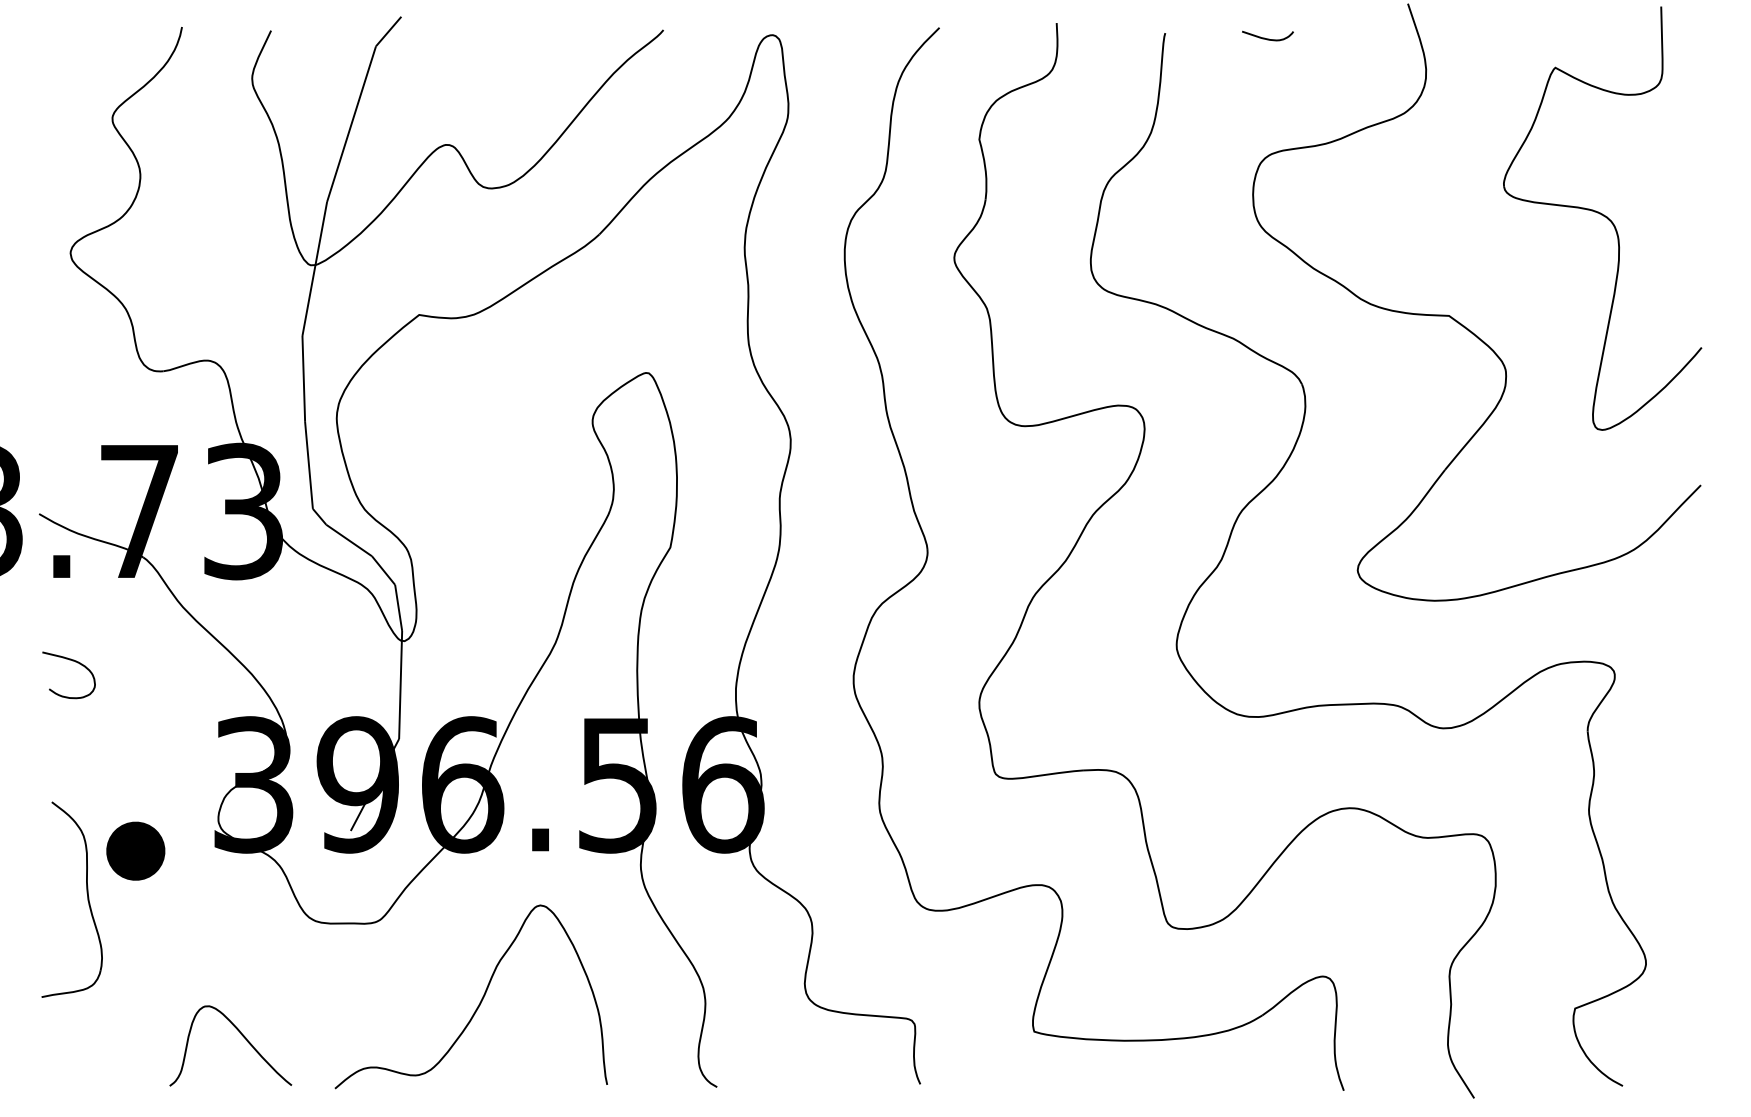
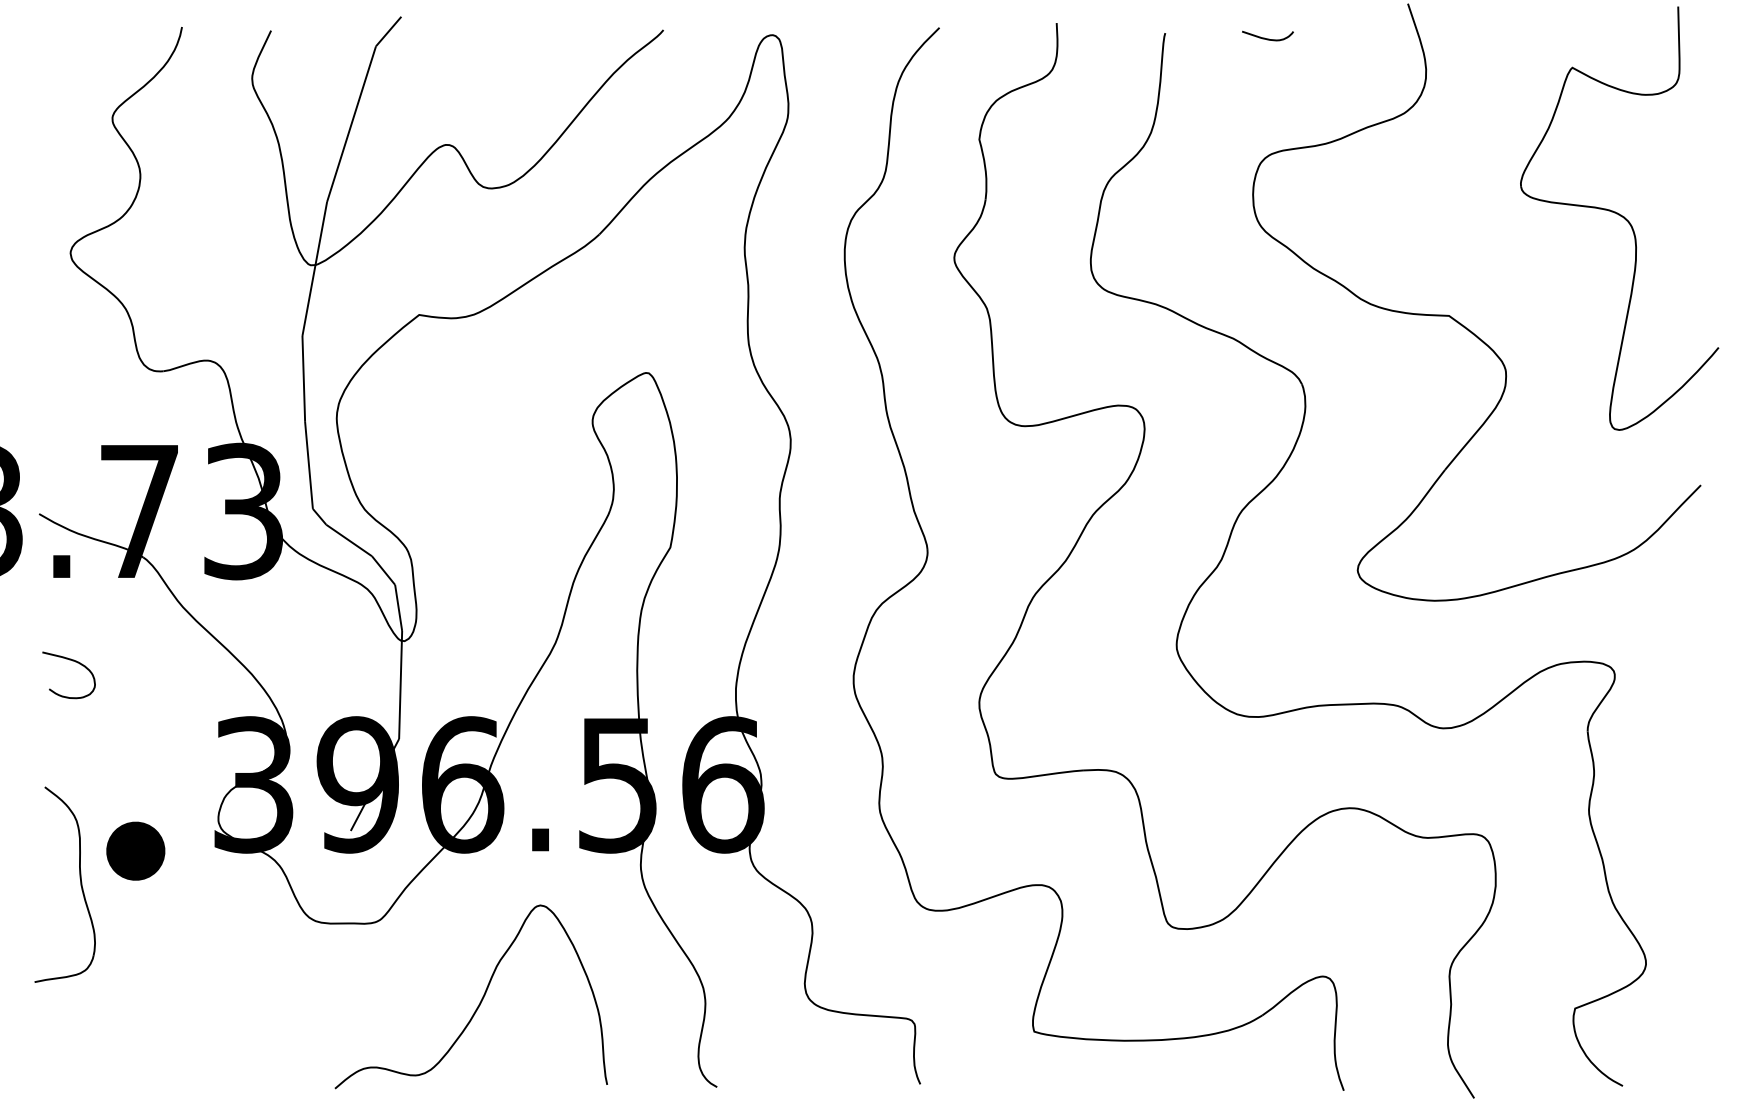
part at (1602, 218) position: (1602, 218) -> (1619, 218)
part at (87, 899) position: (87, 899) -> (80, 884)
curve at (240, 1034): present -> none
